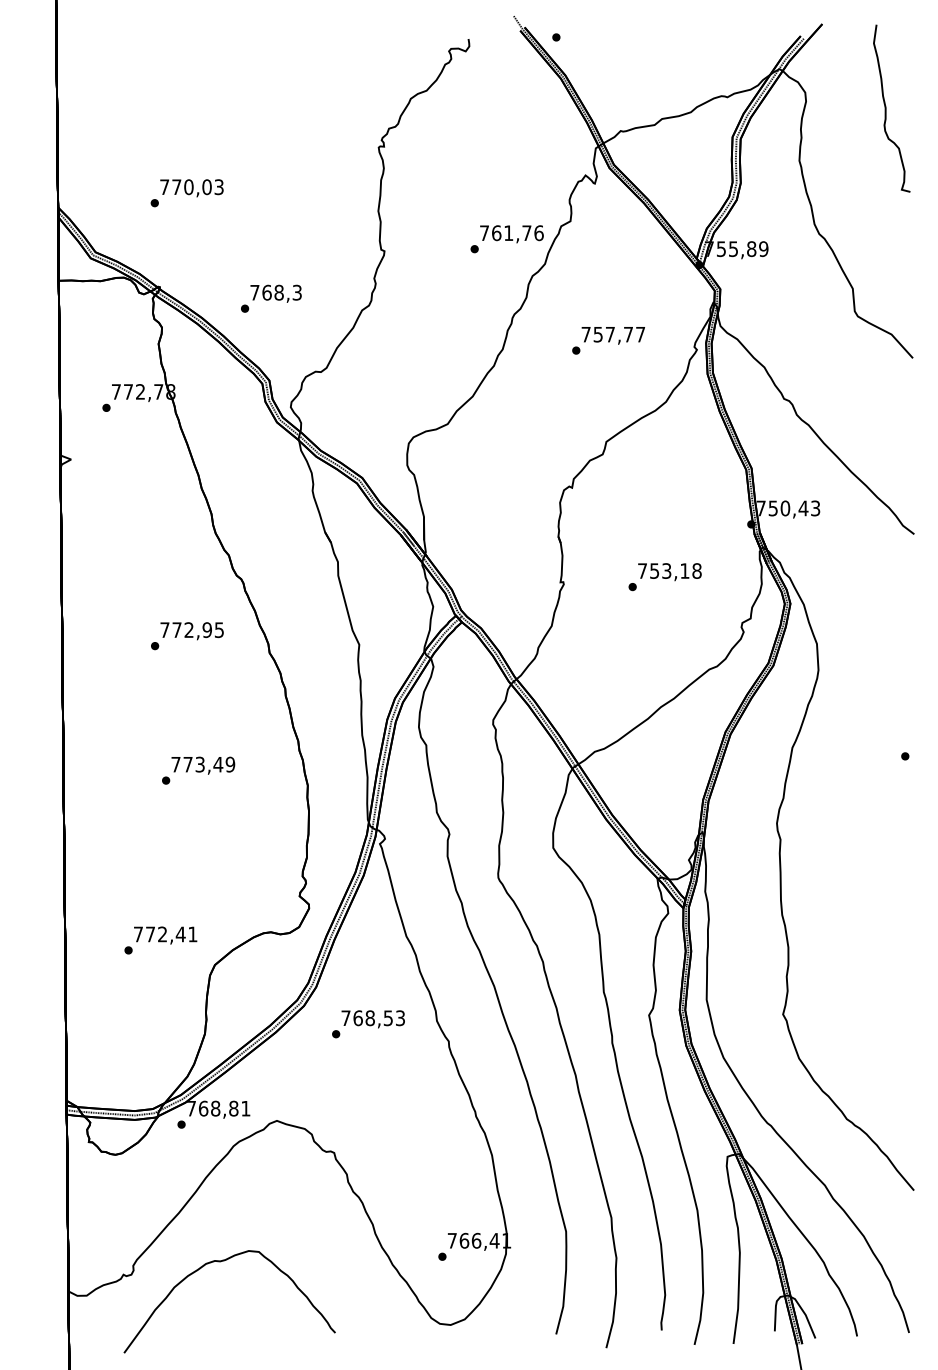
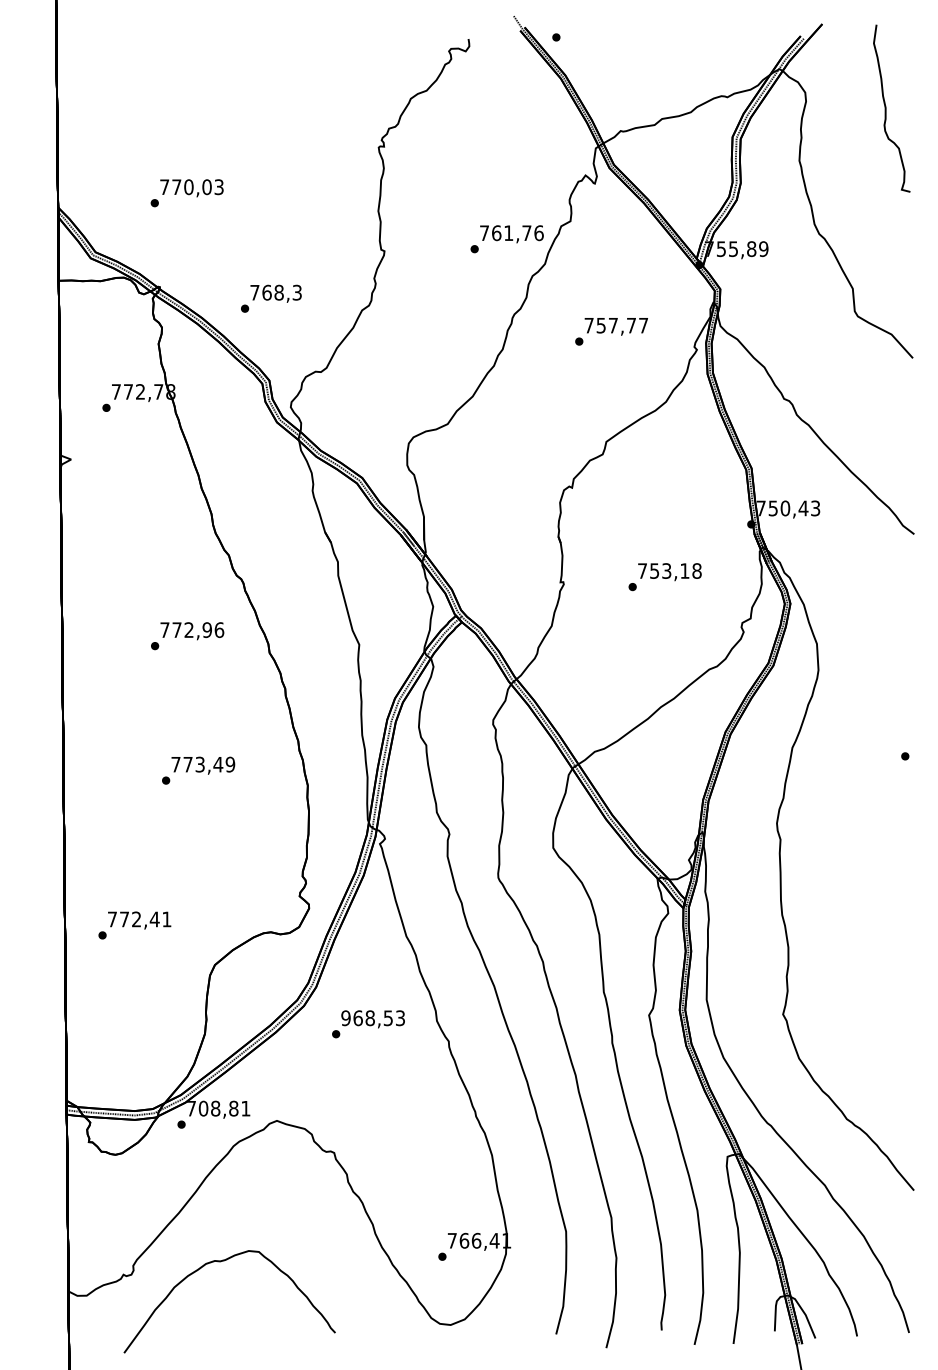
text at (608, 340) position: (608, 340) -> (611, 331)
text at (219, 630): 772,95 -> 772,96
text at (160, 940) position: (160, 940) -> (134, 925)
text at (345, 1018): 768,53 -> 968,53
text at (203, 1108): 768,81 -> 708,81
